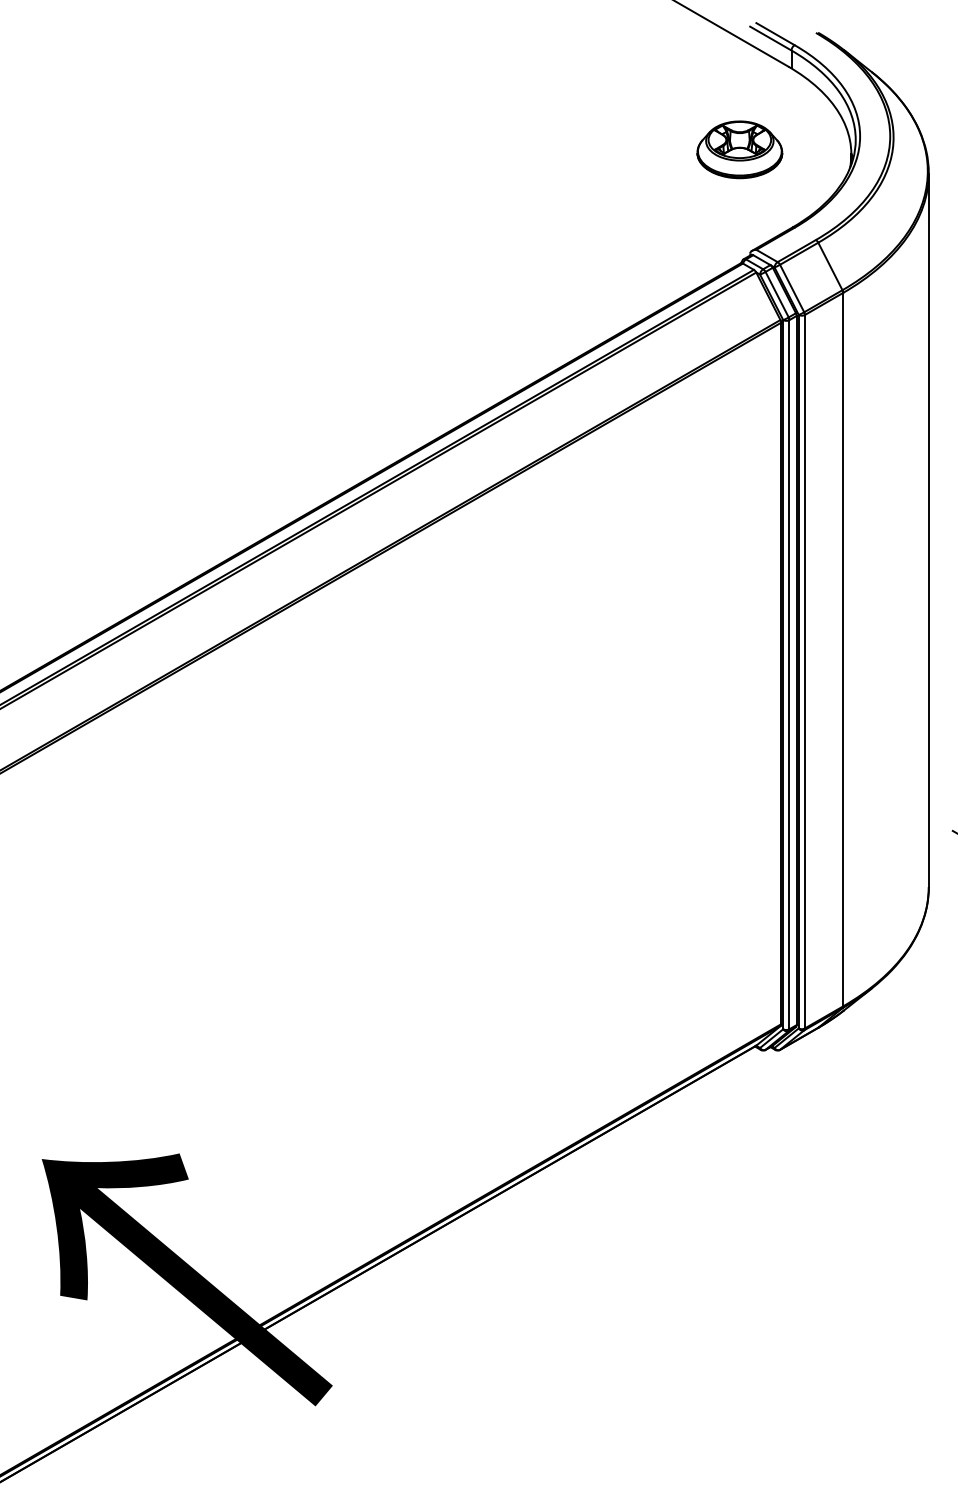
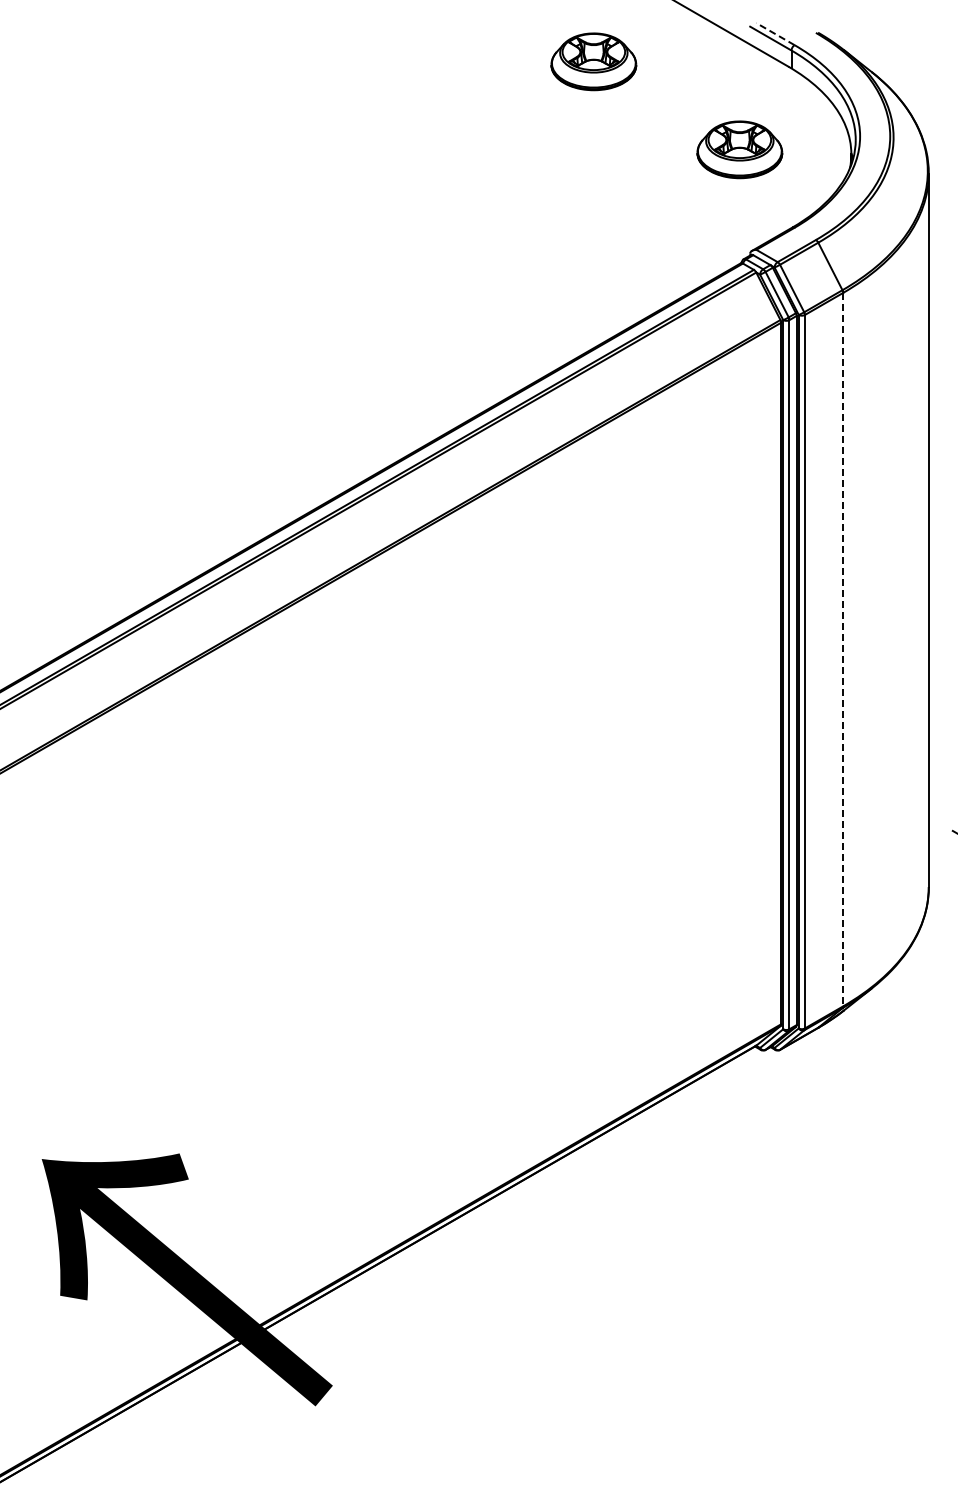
line at (775, 33): solid -> dashed
part at (593, 61): none -> present
line at (843, 649): solid -> dashed
